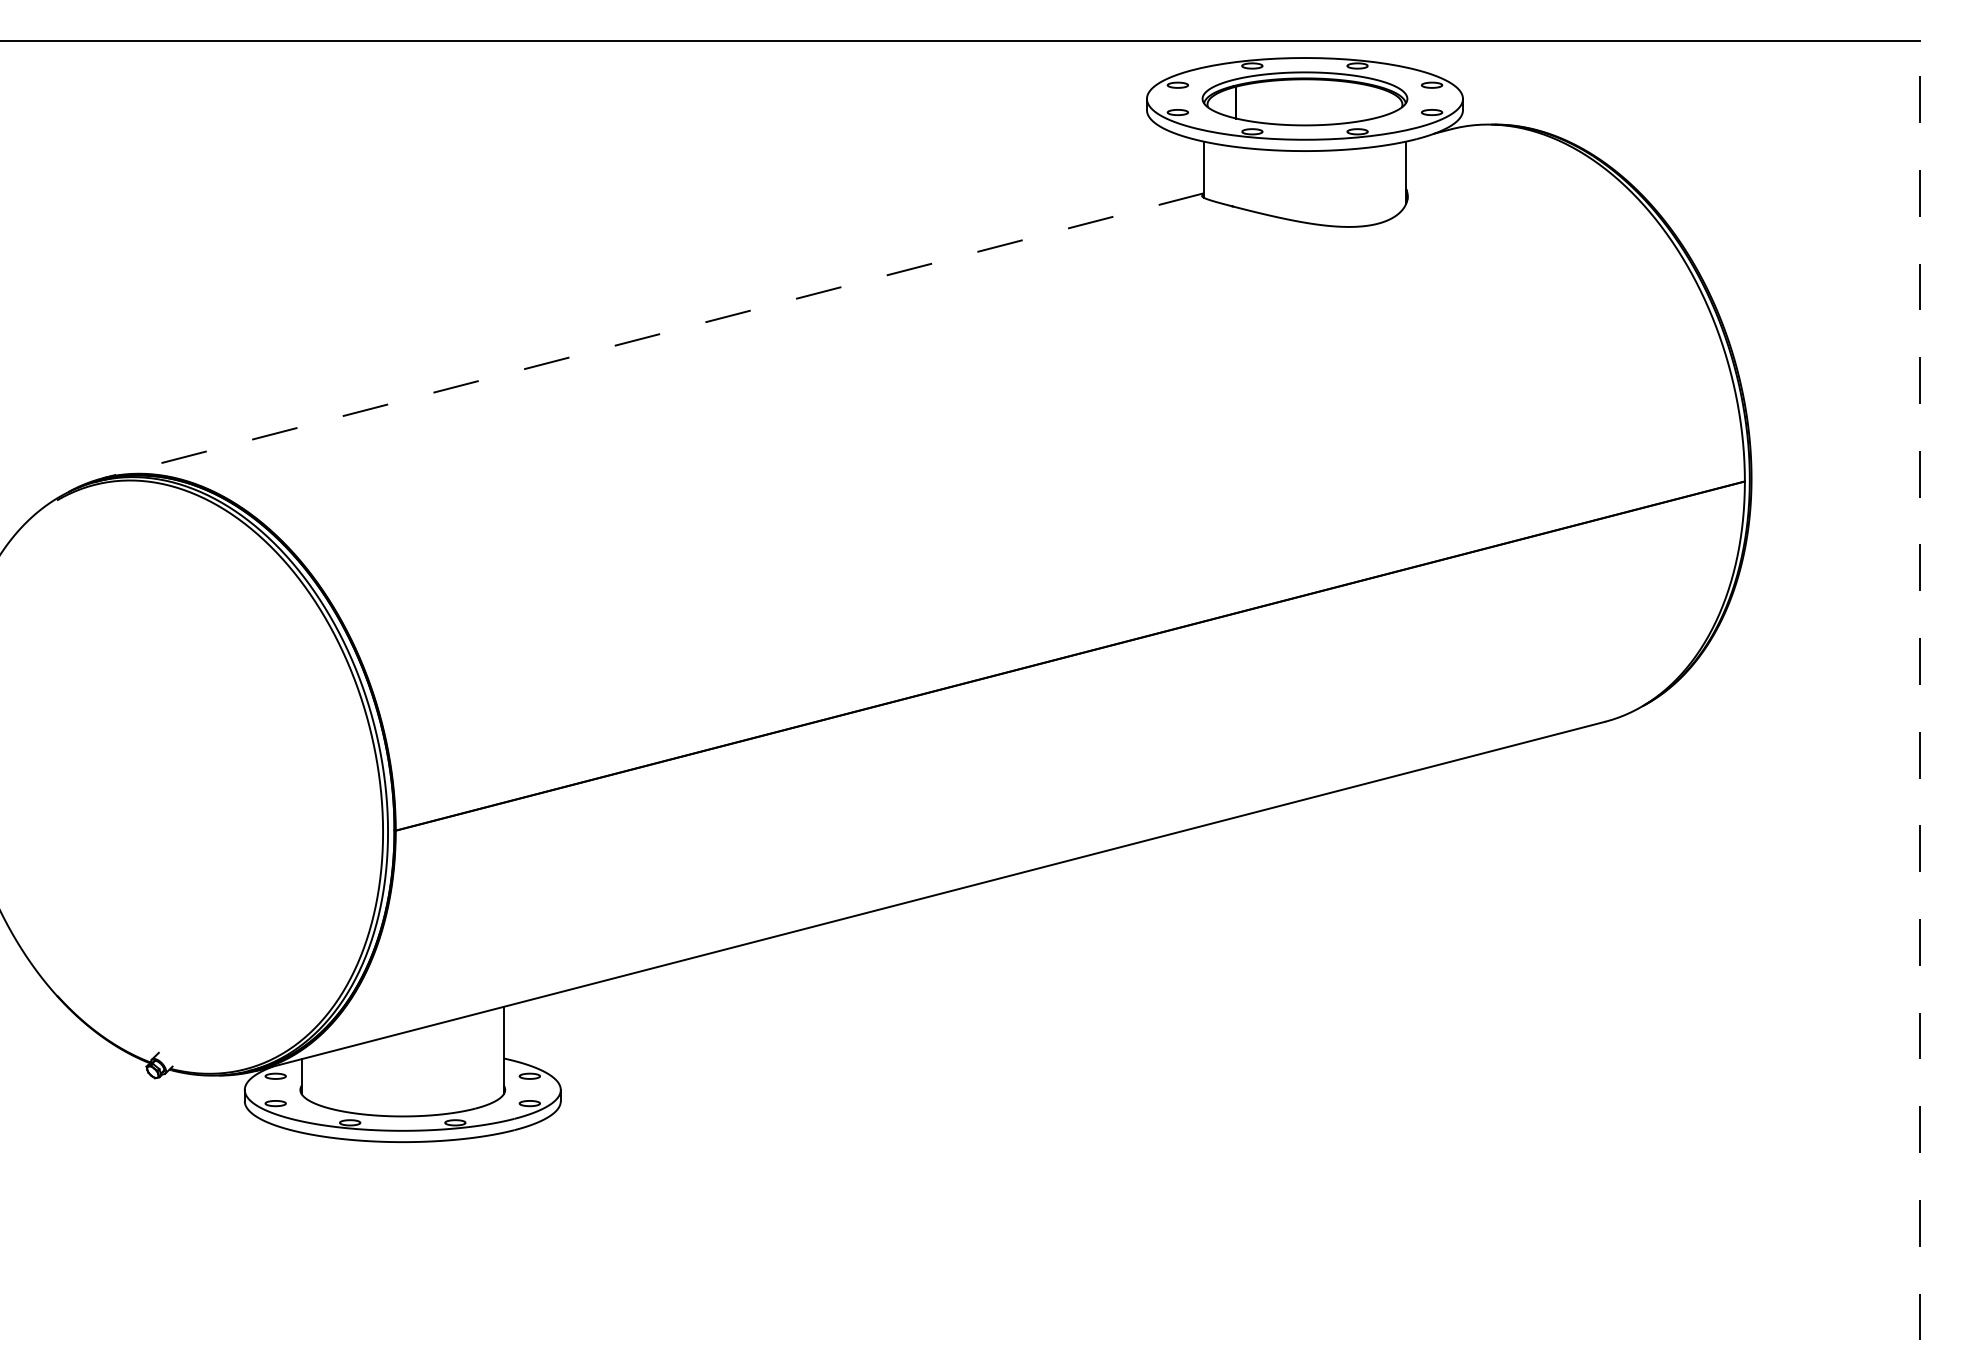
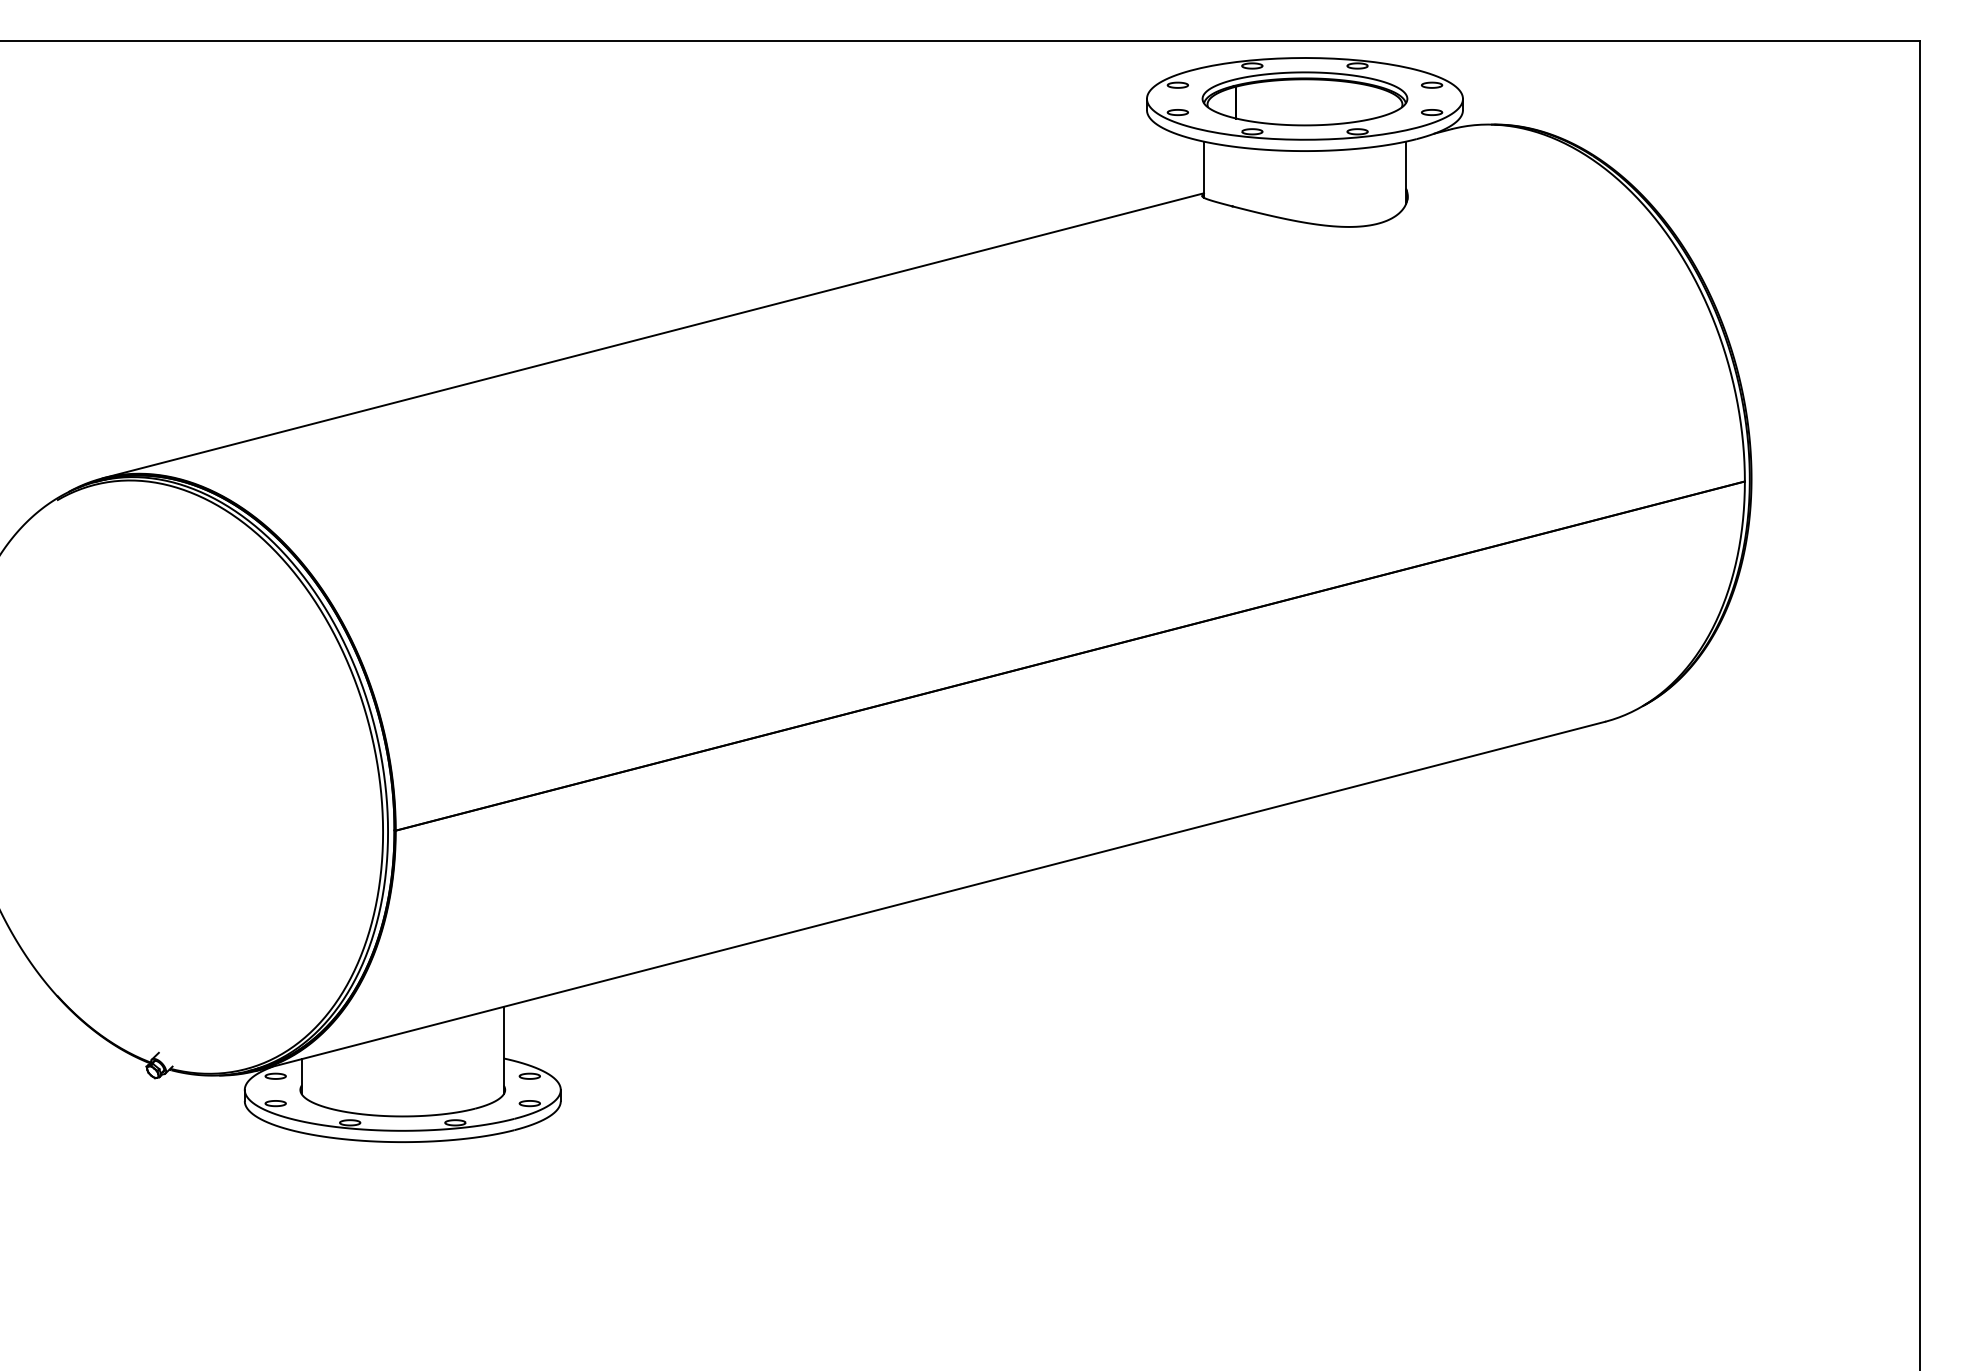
line at (653, 335): dashed -> solid
line at (1919, 705): dashed -> solid
